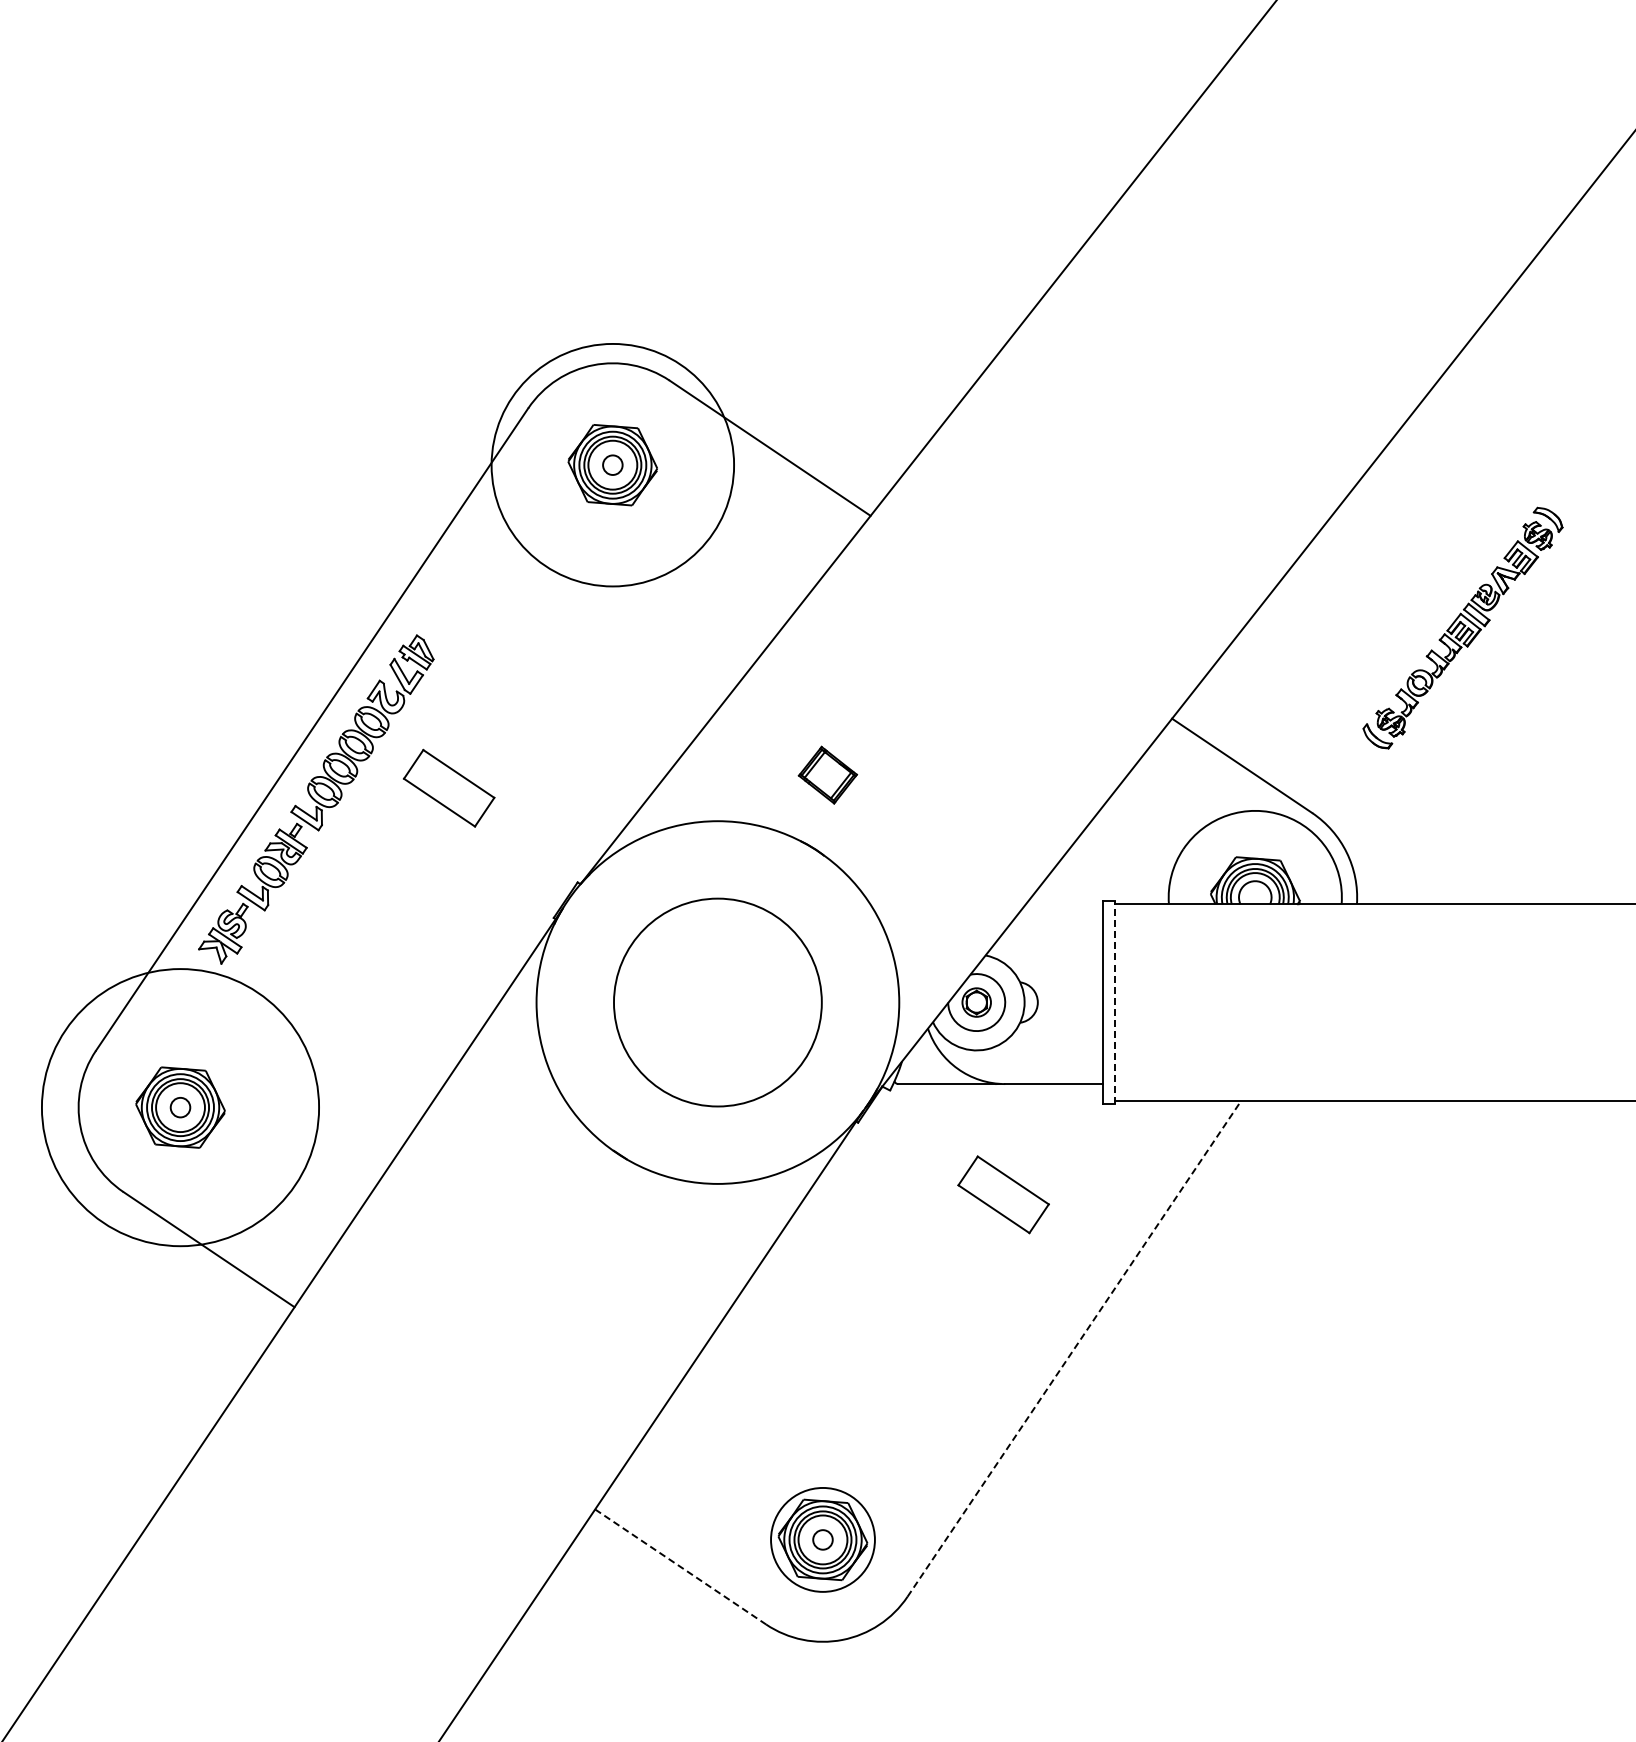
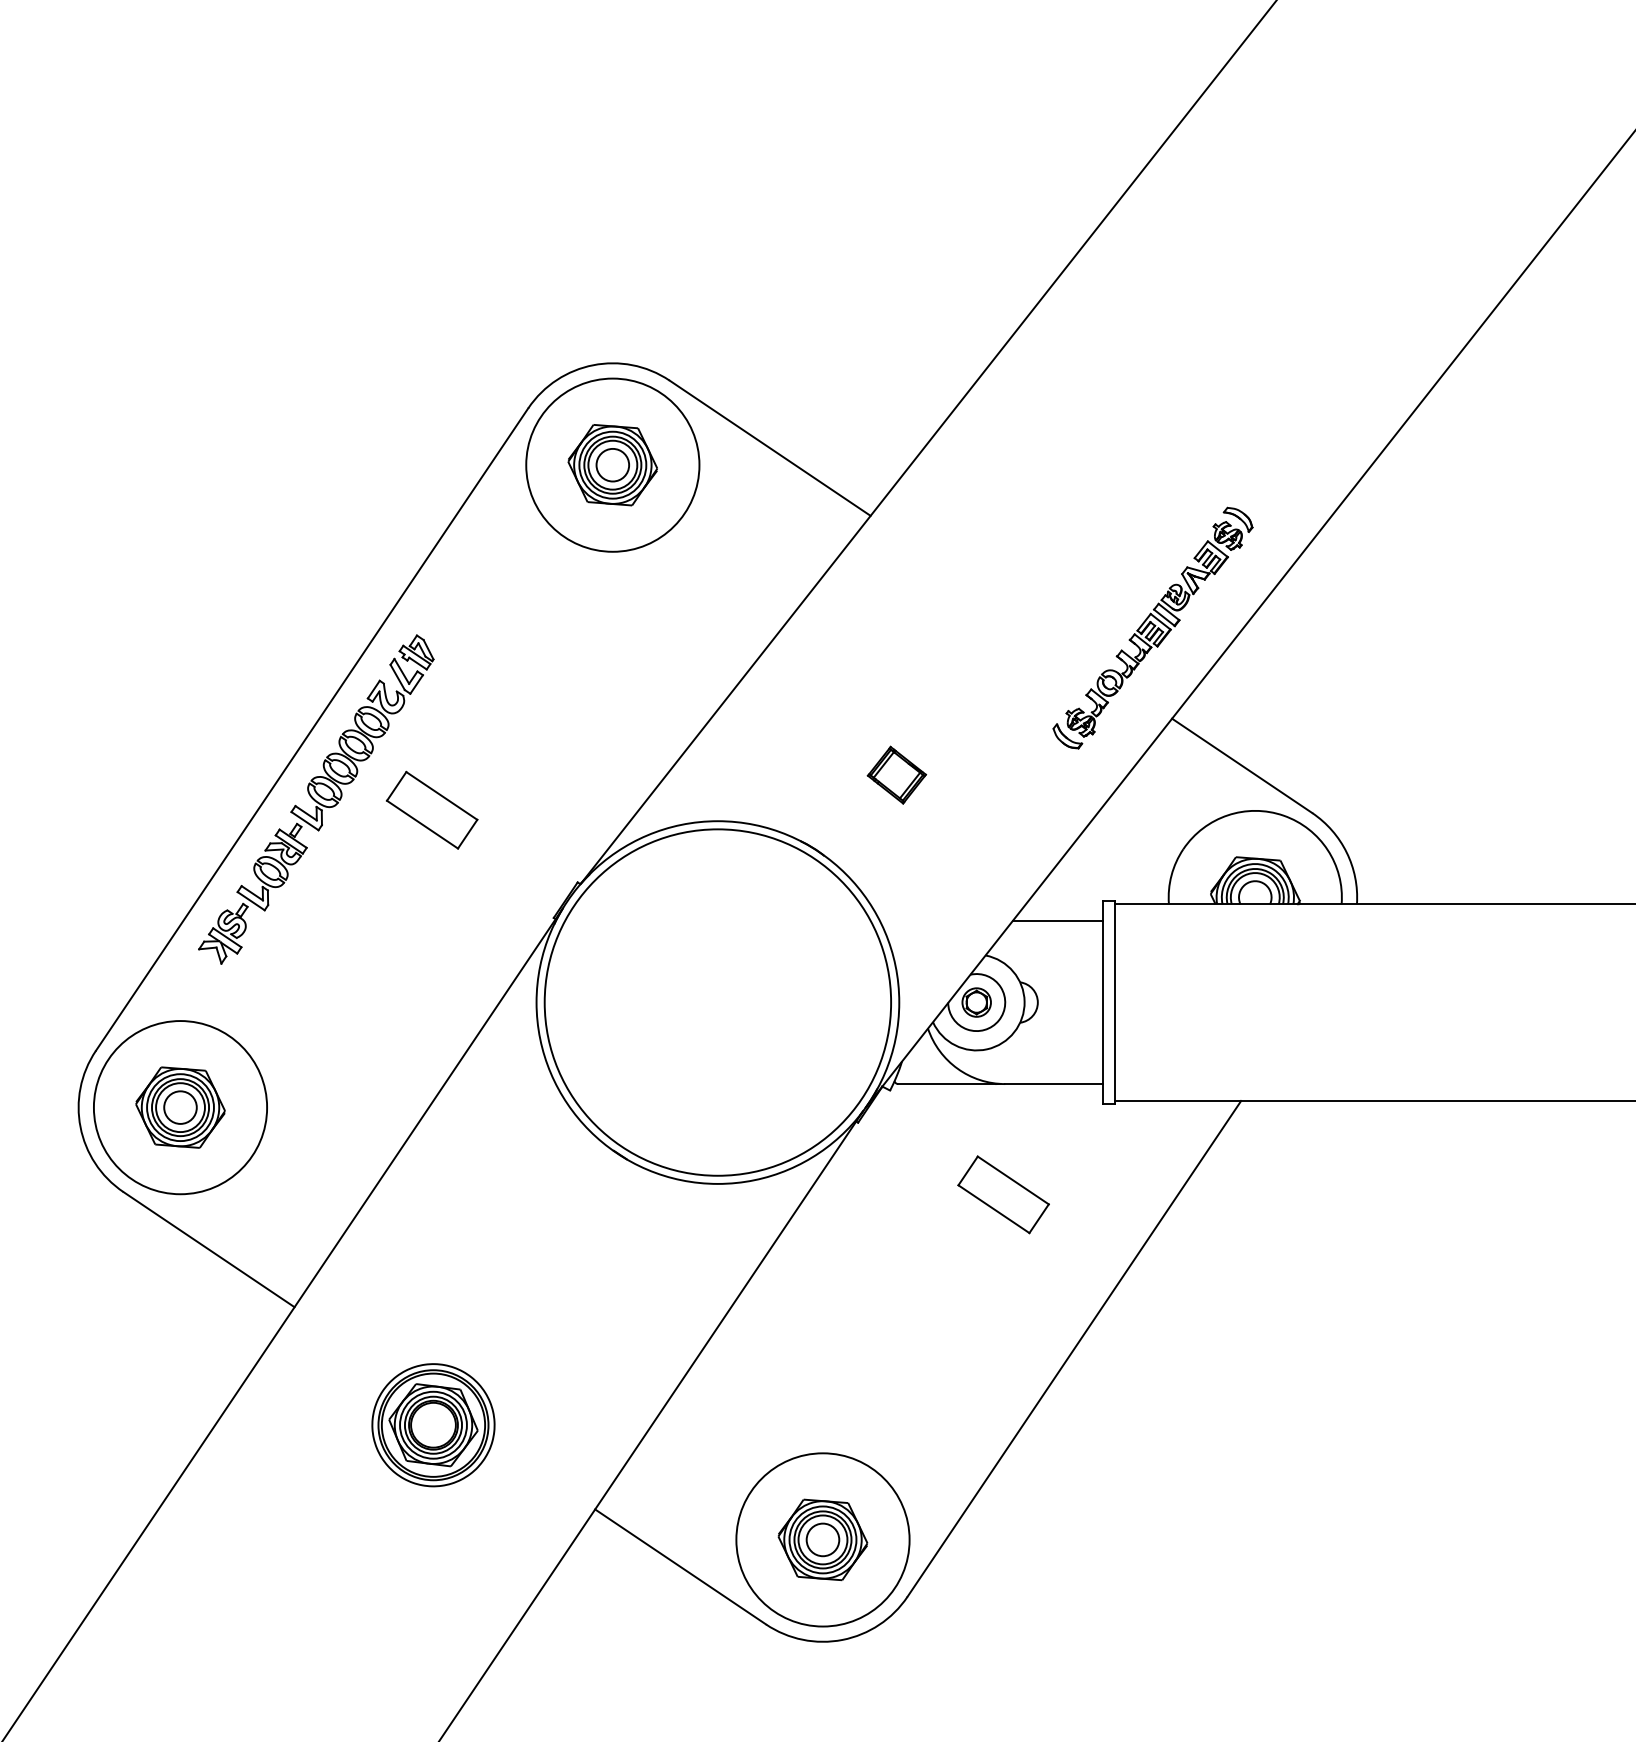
circle at (612, 464) diameter: 20 px -> 33 px
circle at (612, 464) diameter: 242 px -> 173 px
part at (1462, 627) position: (1462, 627) -> (1152, 627)
part at (827, 774) position: (827, 774) -> (896, 774)
part at (449, 787) position: (449, 787) -> (432, 809)
line at (1057, 921): none -> present
circle at (717, 1002) diameter: 208 px -> 346 px
line at (1115, 1002): dashed -> solid
circle at (180, 1107) diameter: 20 px -> 33 px
circle at (180, 1107) diameter: 277 px -> 173 px
line at (1074, 1348): dashed -> solid
part at (433, 1425): none -> present
circle at (822, 1539) diameter: 104 px -> 173 px
circle at (822, 1539) diameter: 20 px -> 33 px
line at (681, 1567): dashed -> solid
